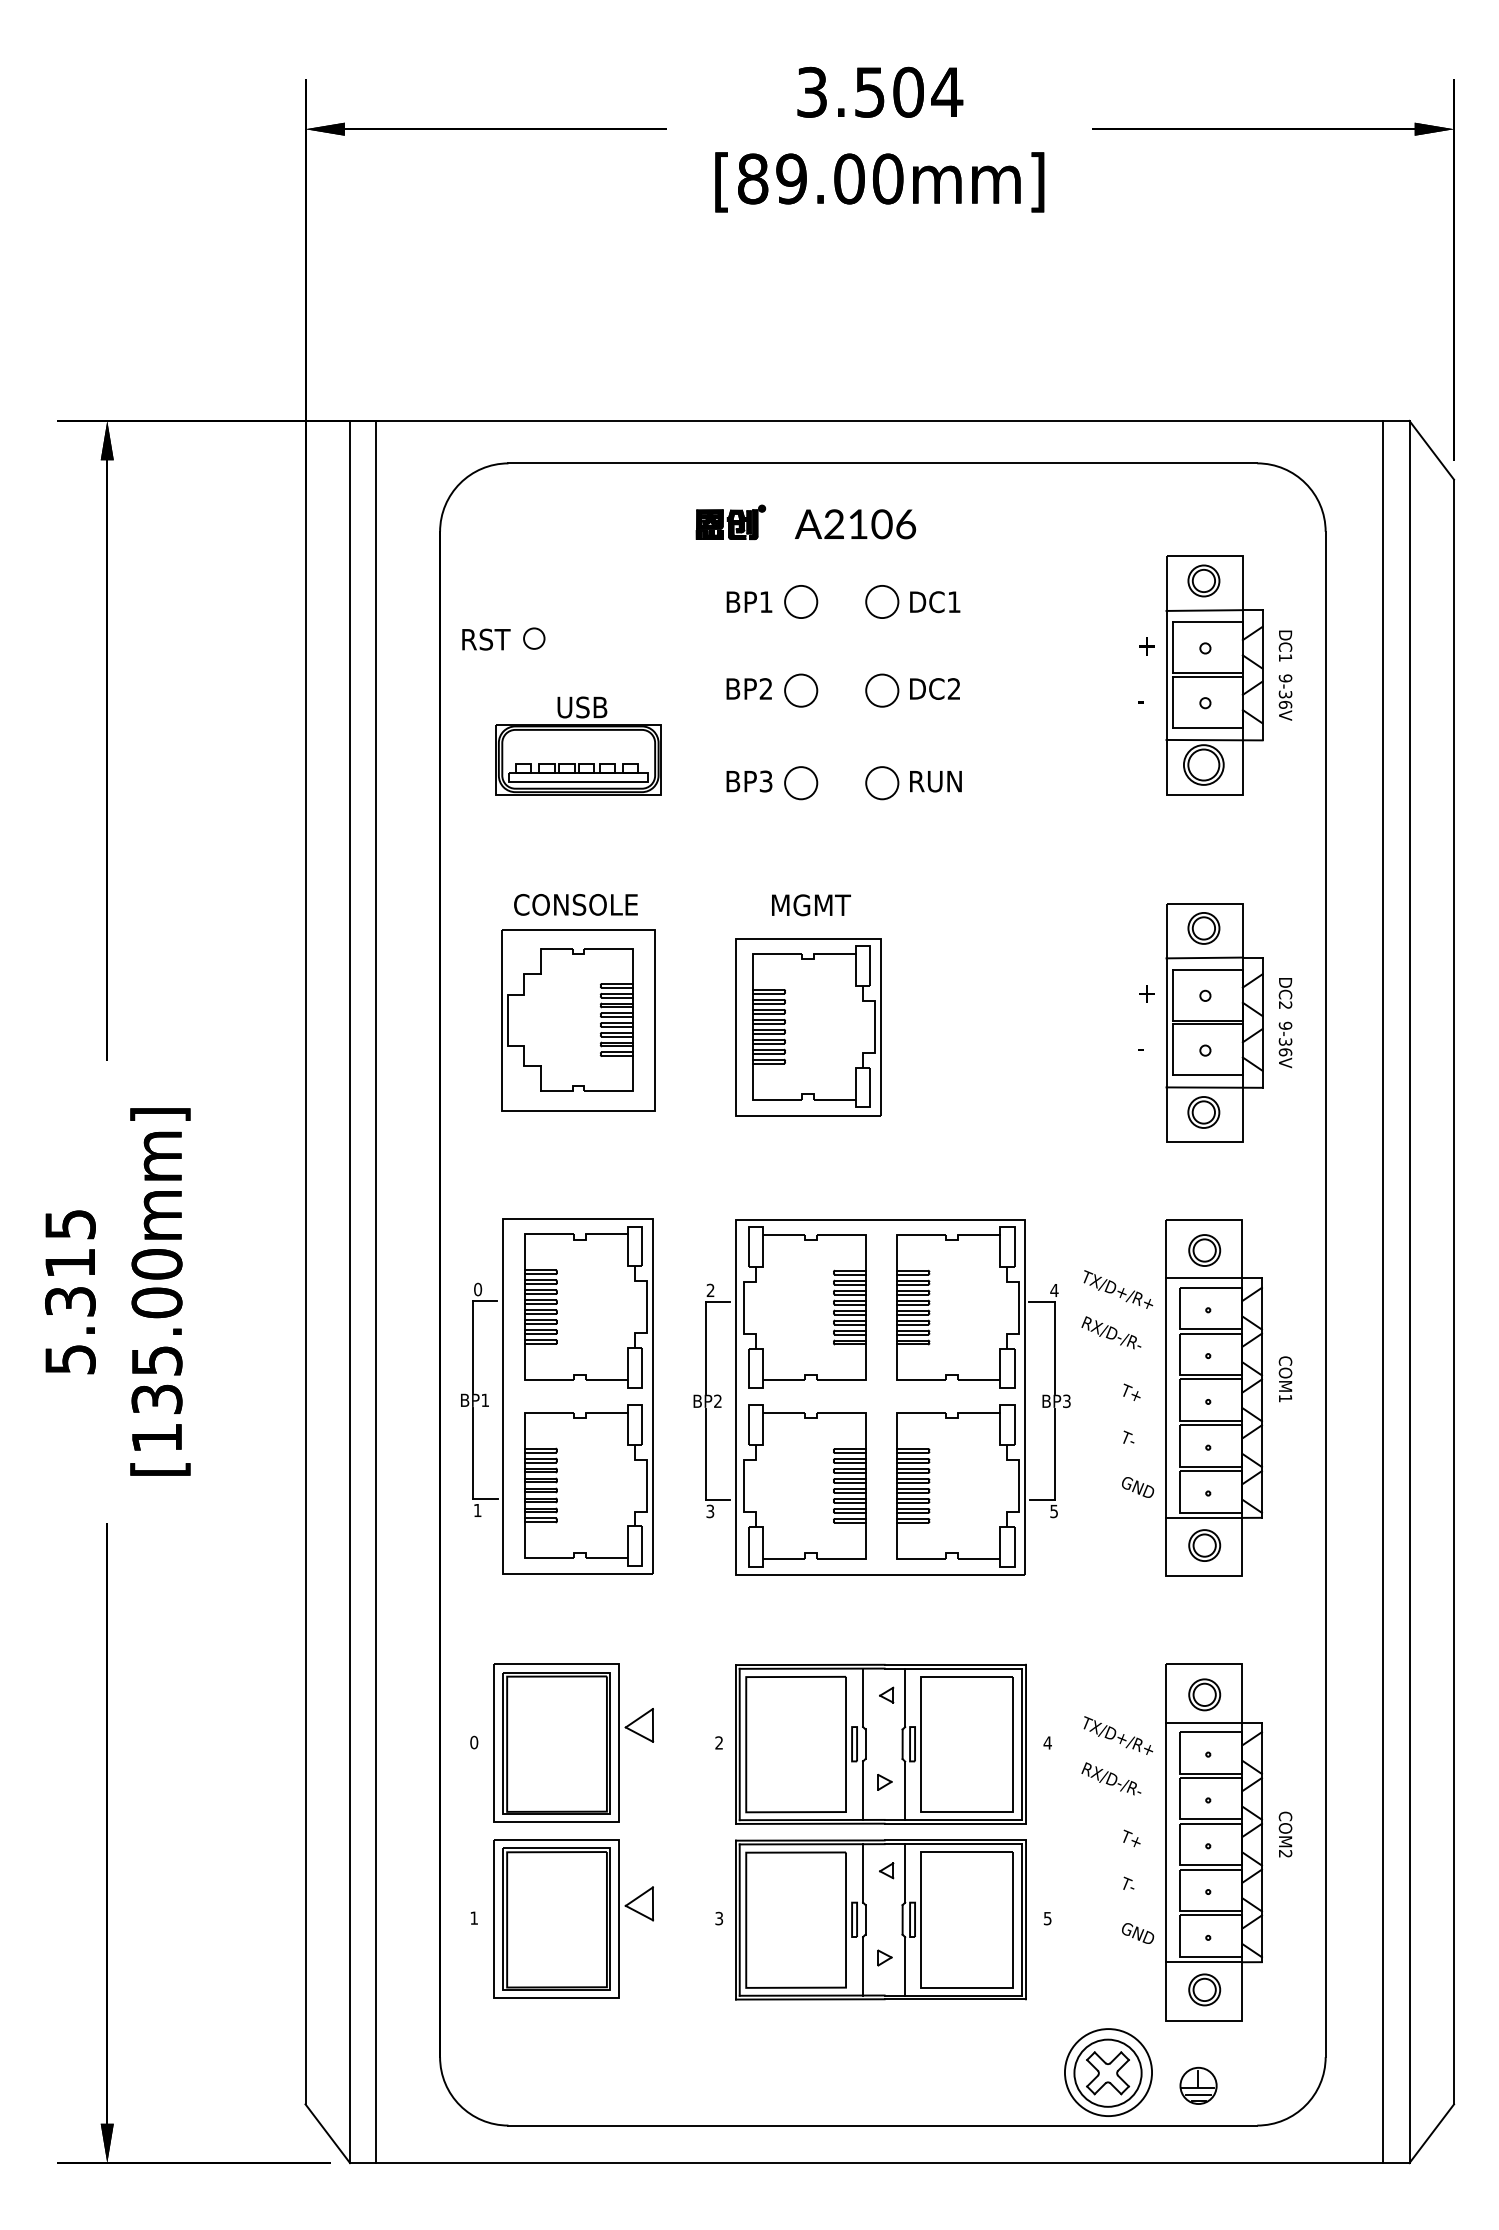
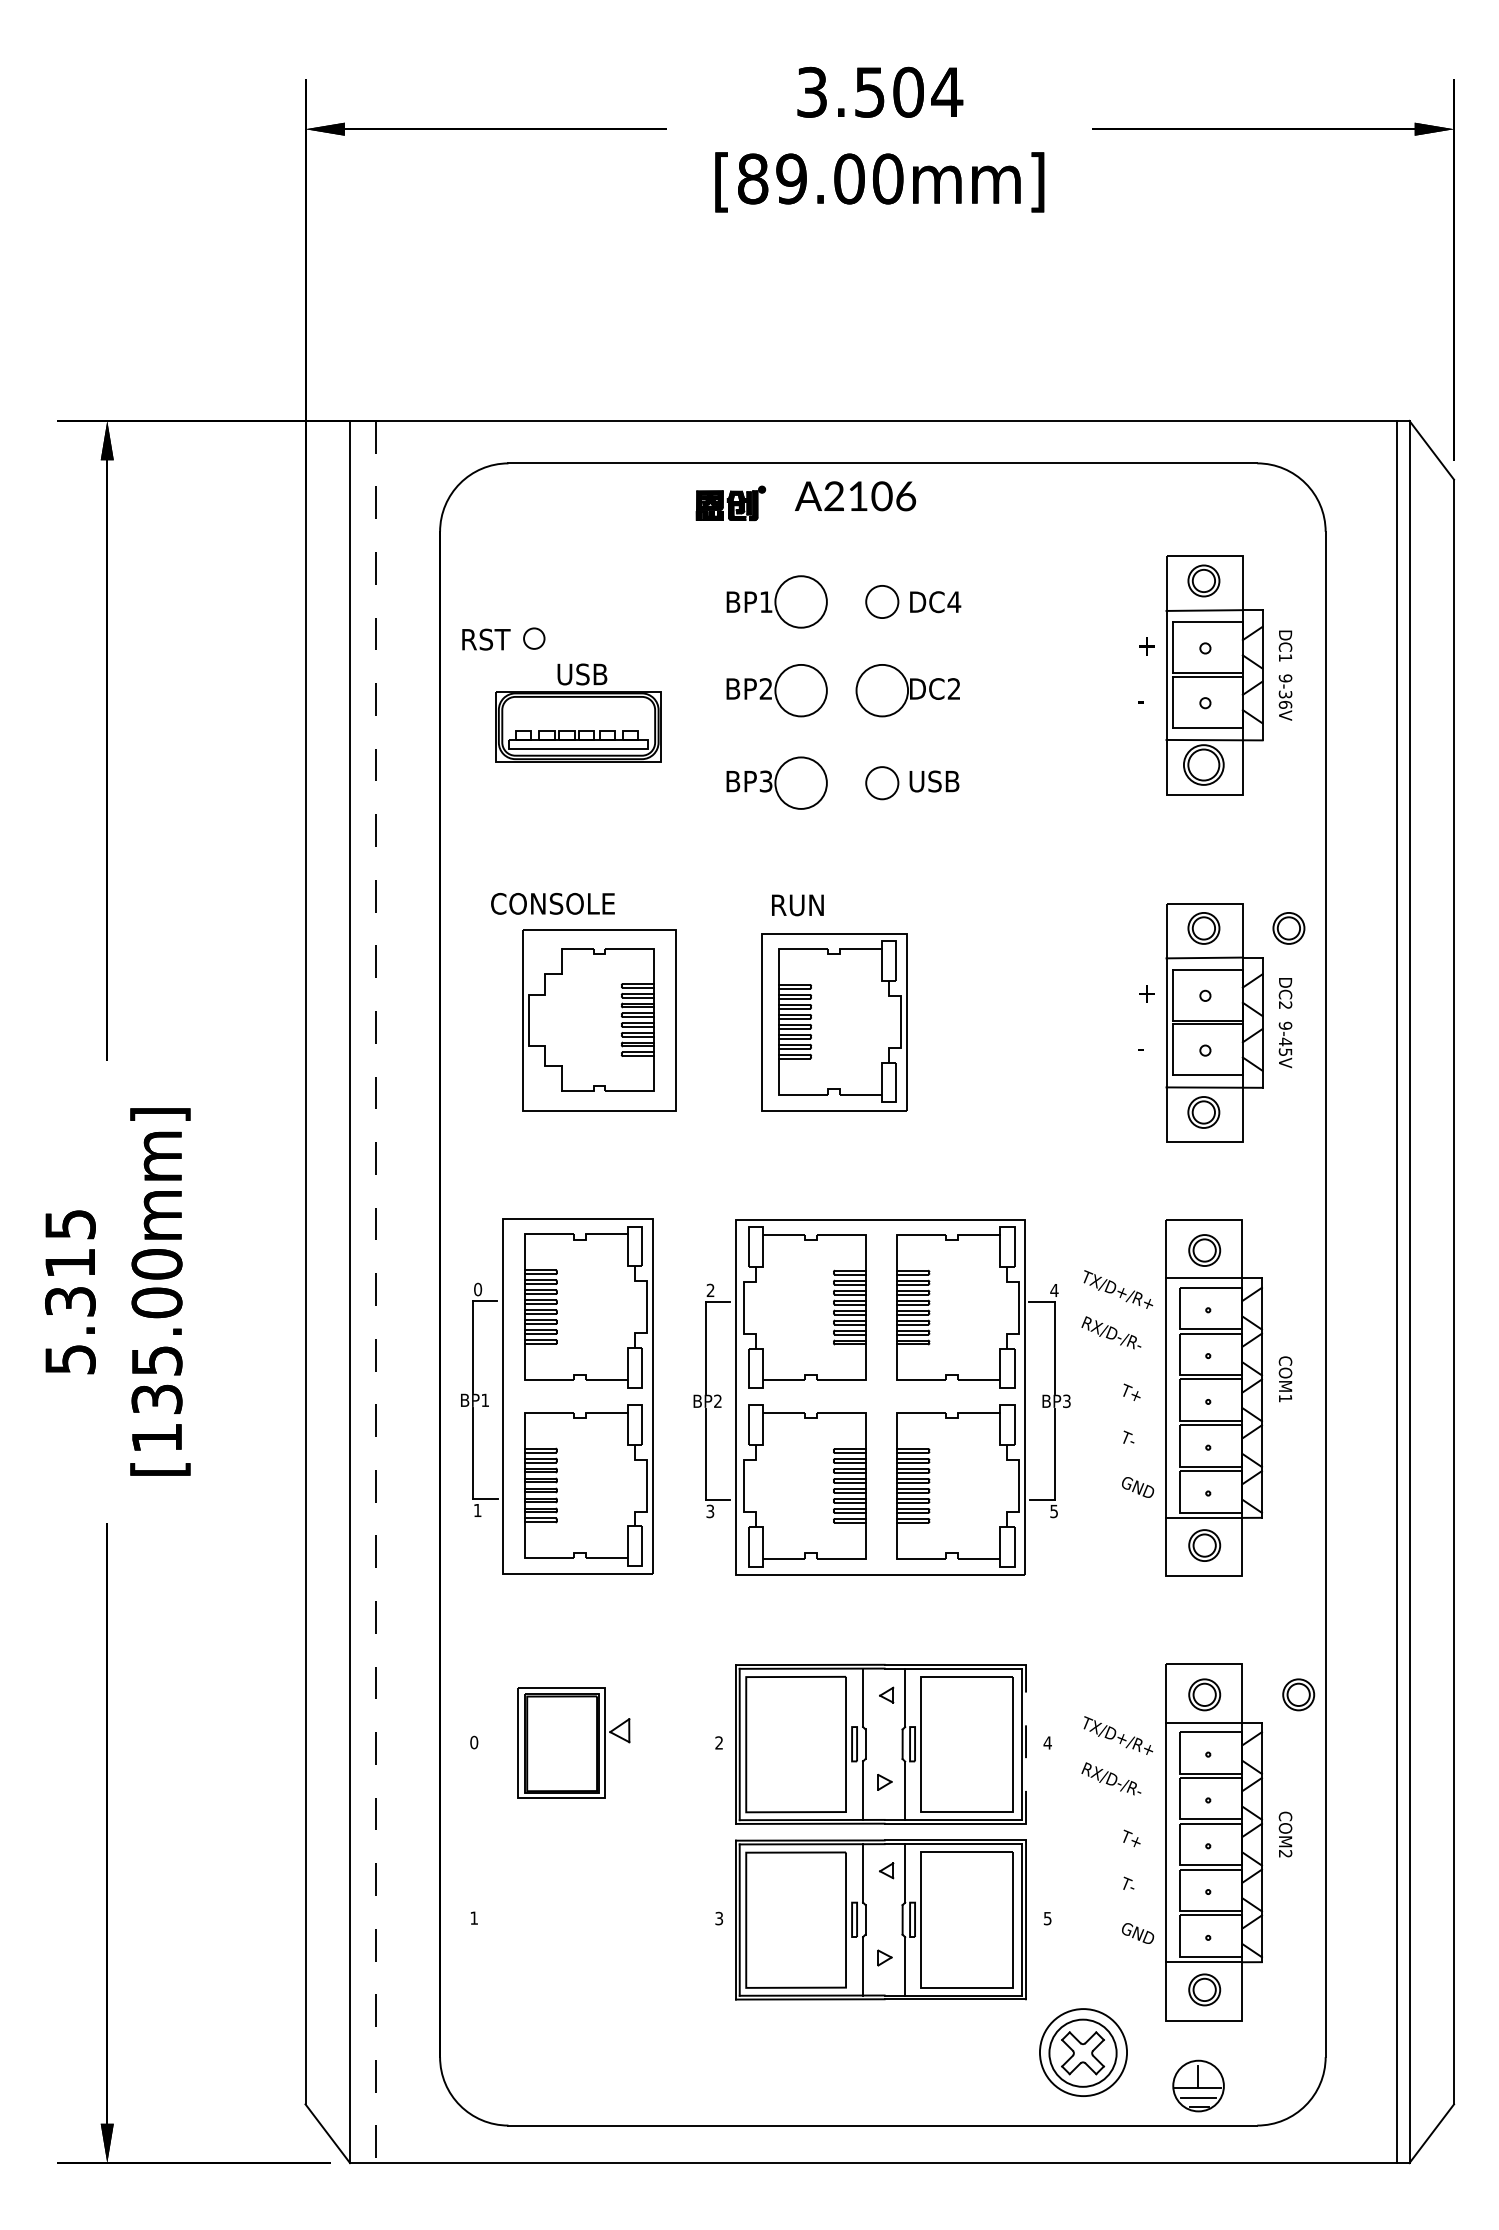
part at (730, 522) position: (730, 522) -> (730, 503)
text at (855, 524) position: (855, 524) -> (855, 496)
circle at (801, 601) diameter: 32 px -> 52 px
text at (954, 601): DC1 -> DC4
circle at (801, 690) diameter: 32 px -> 52 px
circle at (882, 690) diameter: 32 px -> 52 px
part at (578, 745) position: (578, 745) -> (578, 712)
text at (935, 781): RUN -> USB
circle at (801, 783) diameter: 32 px -> 52 px
text at (575, 904) position: (575, 904) -> (552, 903)
text at (812, 905): MGMT -> RUN
part at (1288, 928): none -> present
part at (578, 1020) position: (578, 1020) -> (599, 1020)
part at (808, 1027) position: (808, 1027) -> (834, 1022)
text at (1285, 1046): 9-36V -> 9-45V
line at (1383, 1291) position: (1383, 1291) -> (1397, 1291)
line at (376, 1292): solid -> dashed
part at (1298, 1694): none -> present
part at (573, 1742) size: 162x160 px -> 114x112 px
line at (1026, 1743): solid -> dashed
part at (573, 1918): present -> none
part at (1108, 2072) position: (1108, 2072) -> (1083, 2052)
part at (1198, 2085) size: 39x39 px -> 53x54 px
